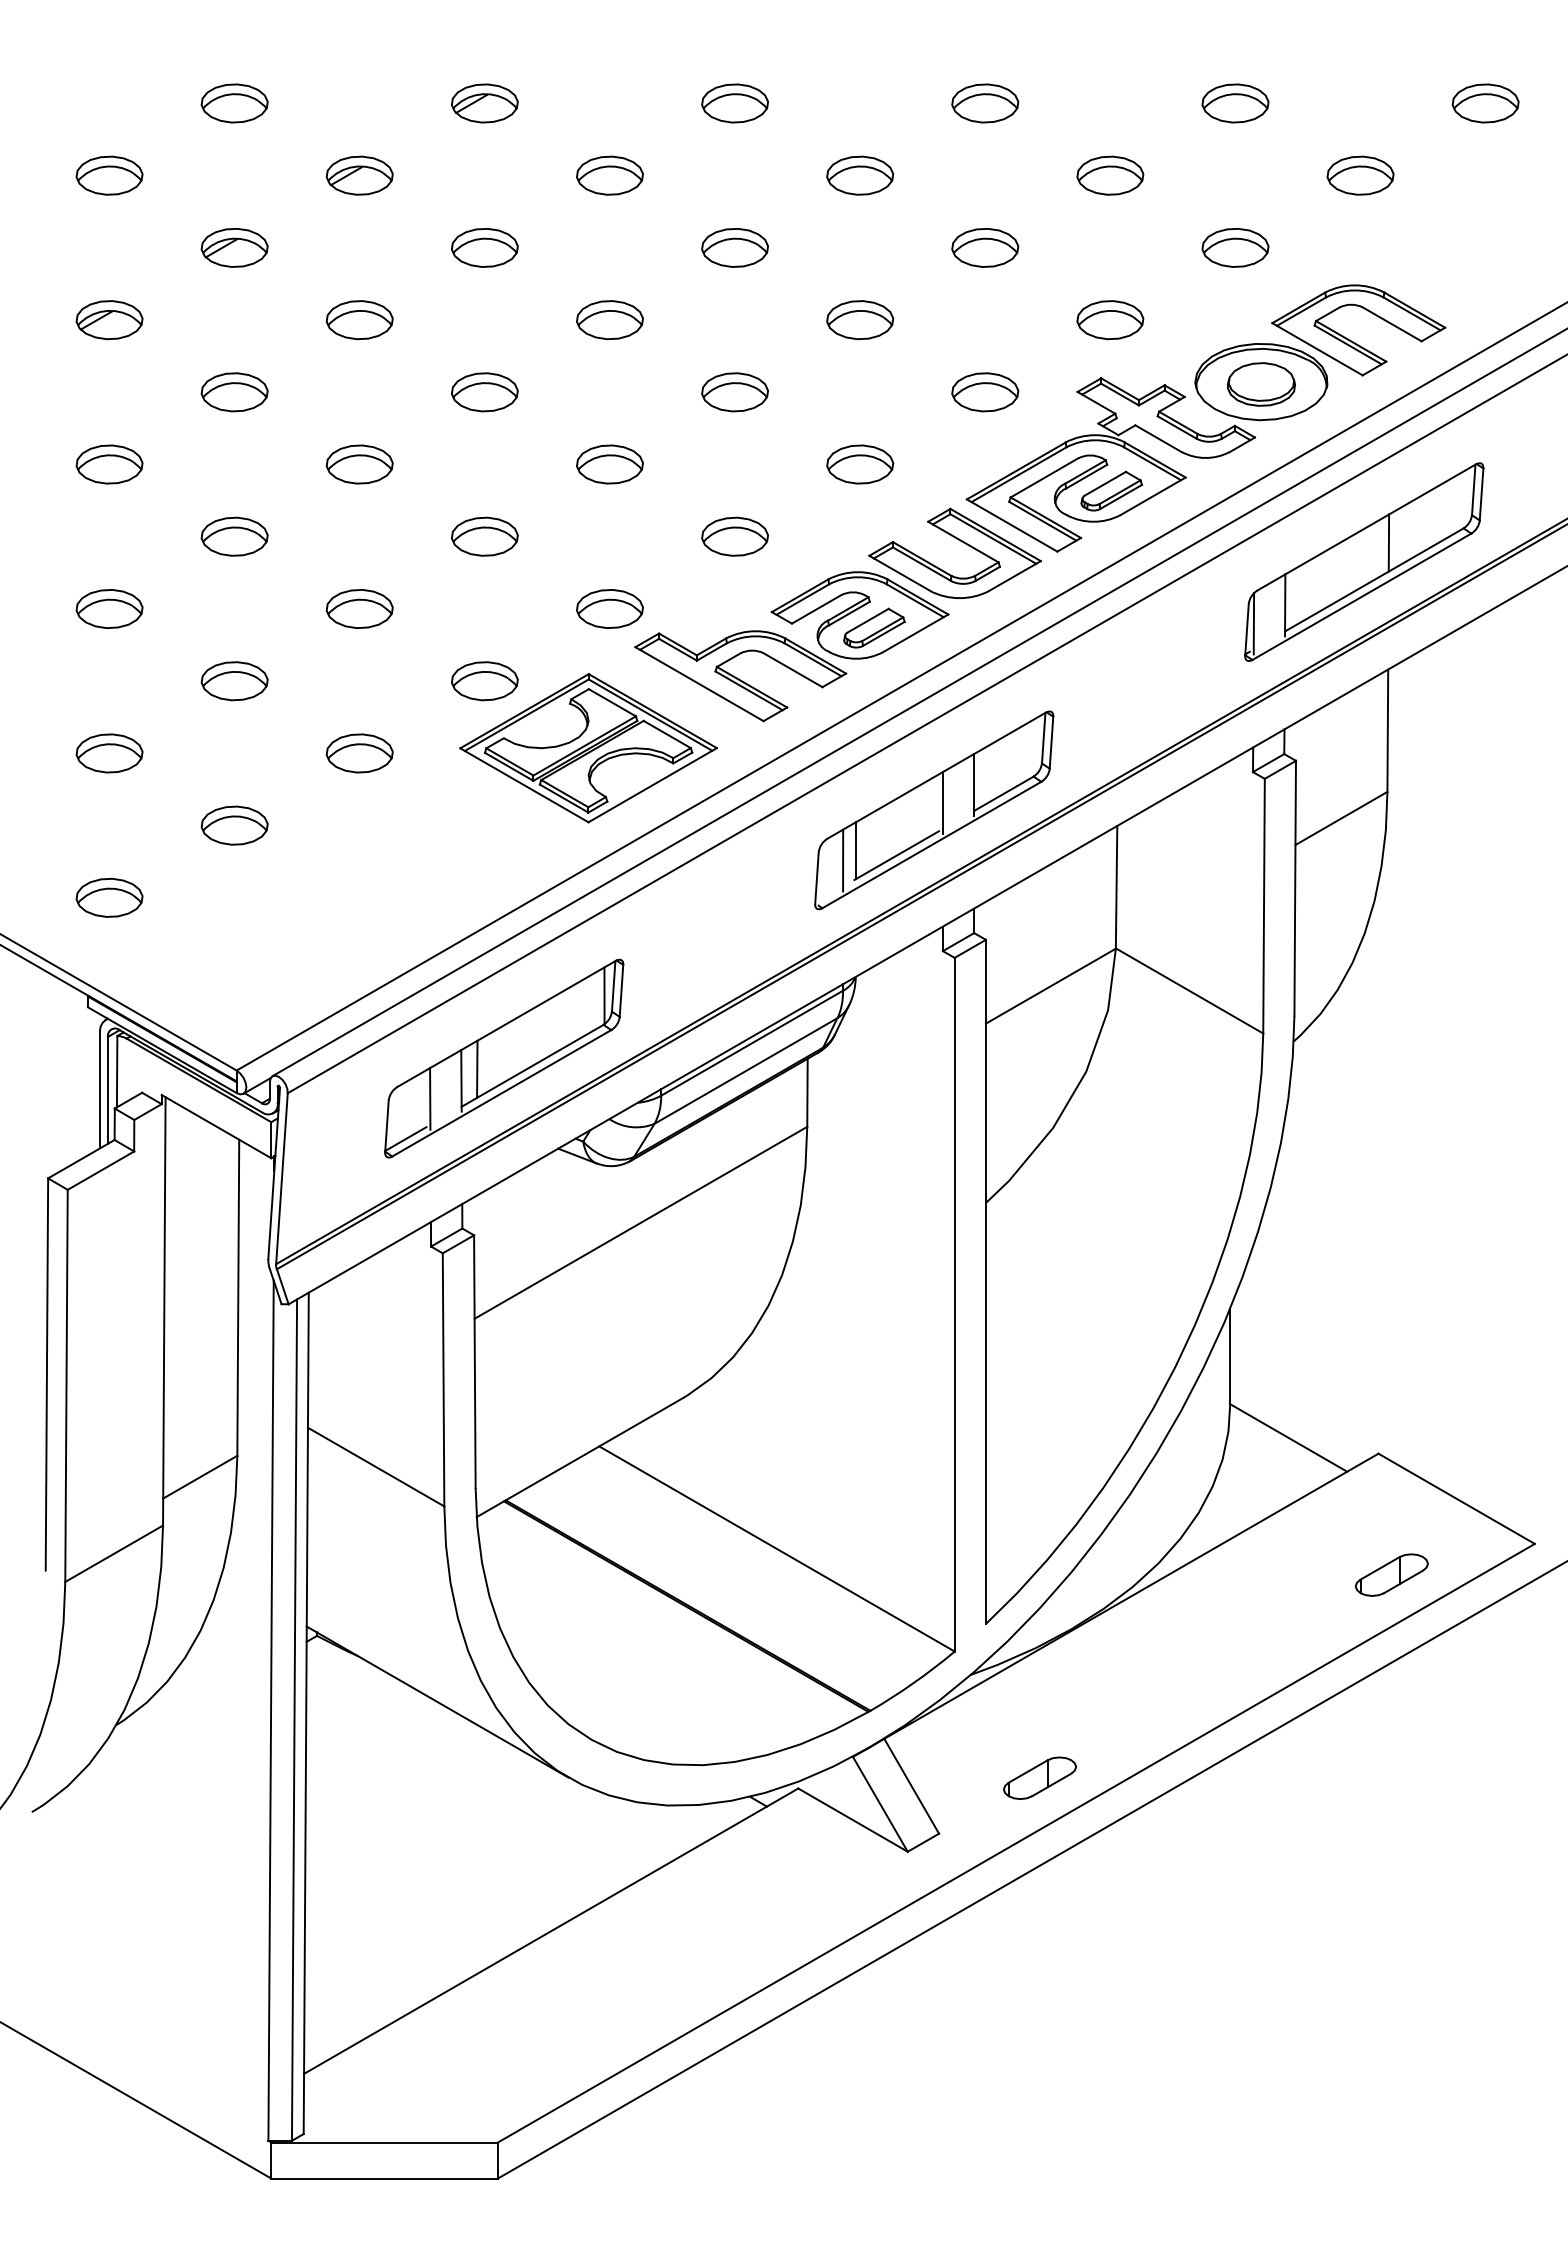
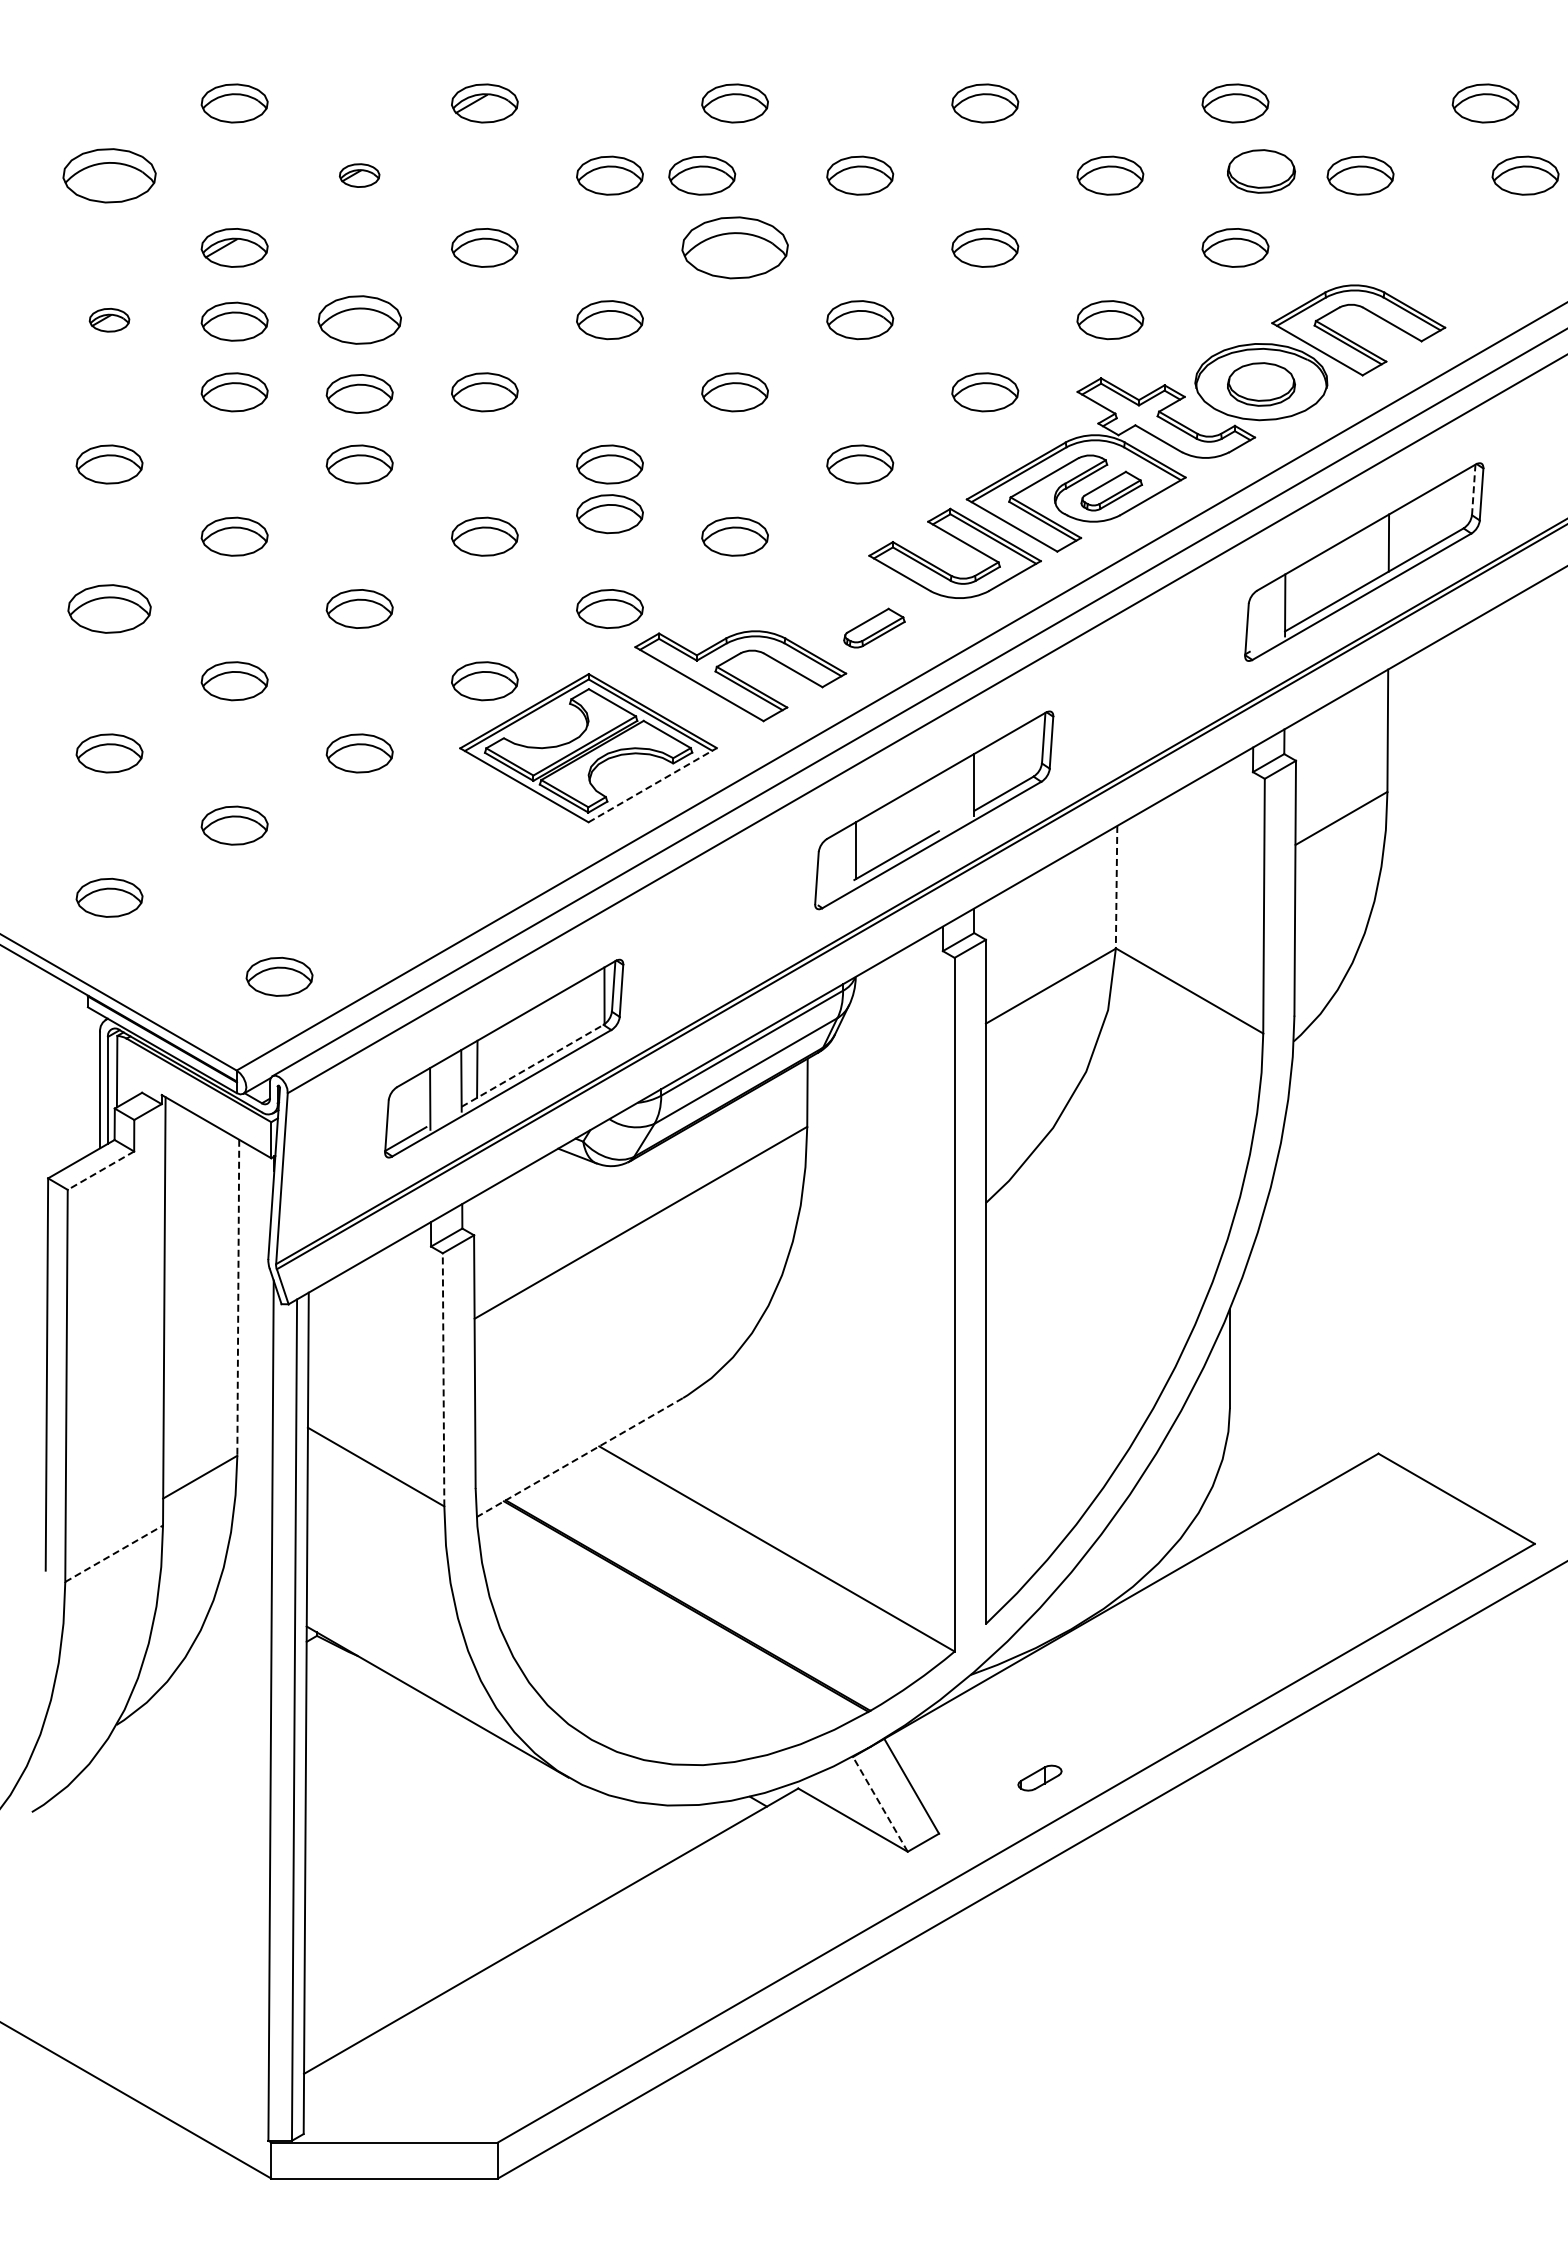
part at (1261, 171): none -> present
part at (109, 175) size: 69x41 px -> 95x56 px
part at (359, 175) size: 69x41 px -> 42x25 px
part at (702, 175): none -> present
part at (1525, 175): none -> present
part at (734, 247) size: 68x40 px -> 108x64 px
part at (109, 320) size: 69x41 px -> 43x25 px
part at (359, 320) size: 69x41 px -> 85x50 px
part at (234, 321): none -> present
part at (359, 393): none -> present
line at (1473, 489): solid -> dashed
part at (609, 514): none -> present
part at (109, 608) size: 69x40 px -> 85x50 px
part at (859, 615): present -> none
line at (1253, 623): present -> none
line at (653, 784): solid -> dashed
line at (942, 802): present -> none
line at (843, 860): present -> none
line at (1116, 887): solid -> dashed
part at (279, 976): none -> present
line at (532, 1065): solid -> dashed
line at (100, 1170): solid -> dashed
line at (238, 1298): solid -> dashed
line at (443, 1379): solid -> dashed
line at (1288, 1437): present -> none
line at (580, 1457): solid -> dashed
line at (114, 1553): solid -> dashed
part at (1391, 1574): present -> none
part at (1039, 1777) size: 74x44 px -> 46x28 px
line at (880, 1804): solid -> dashed
